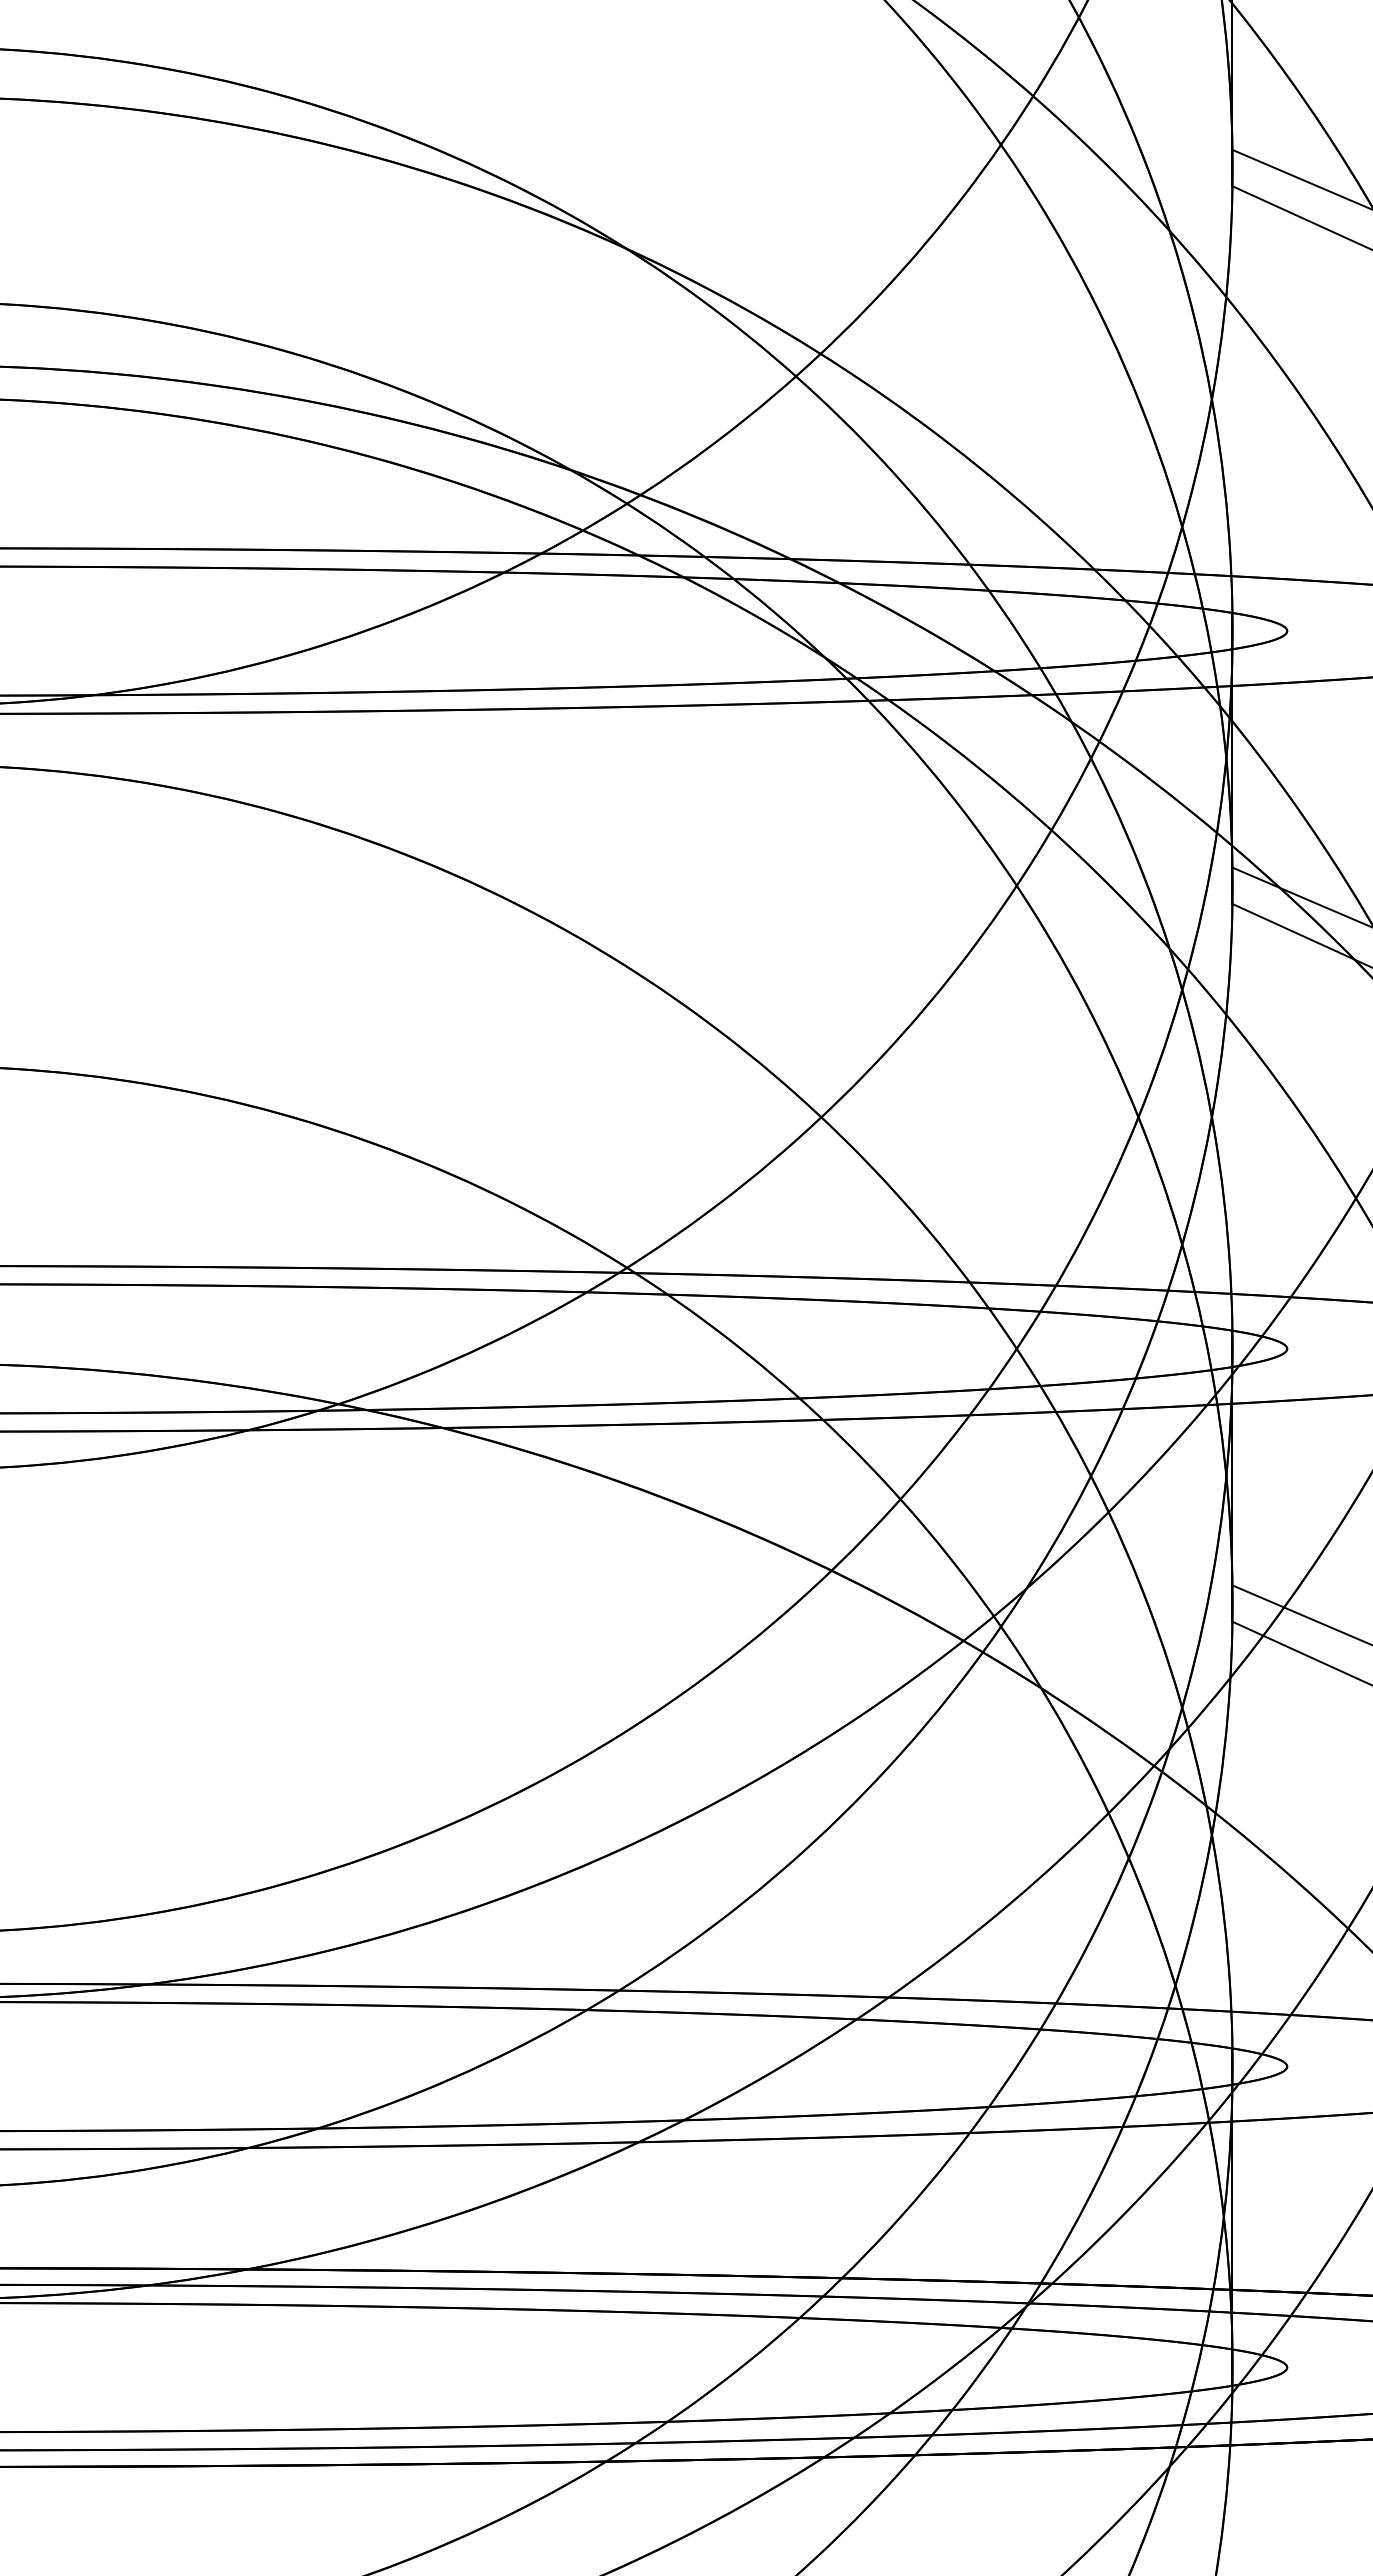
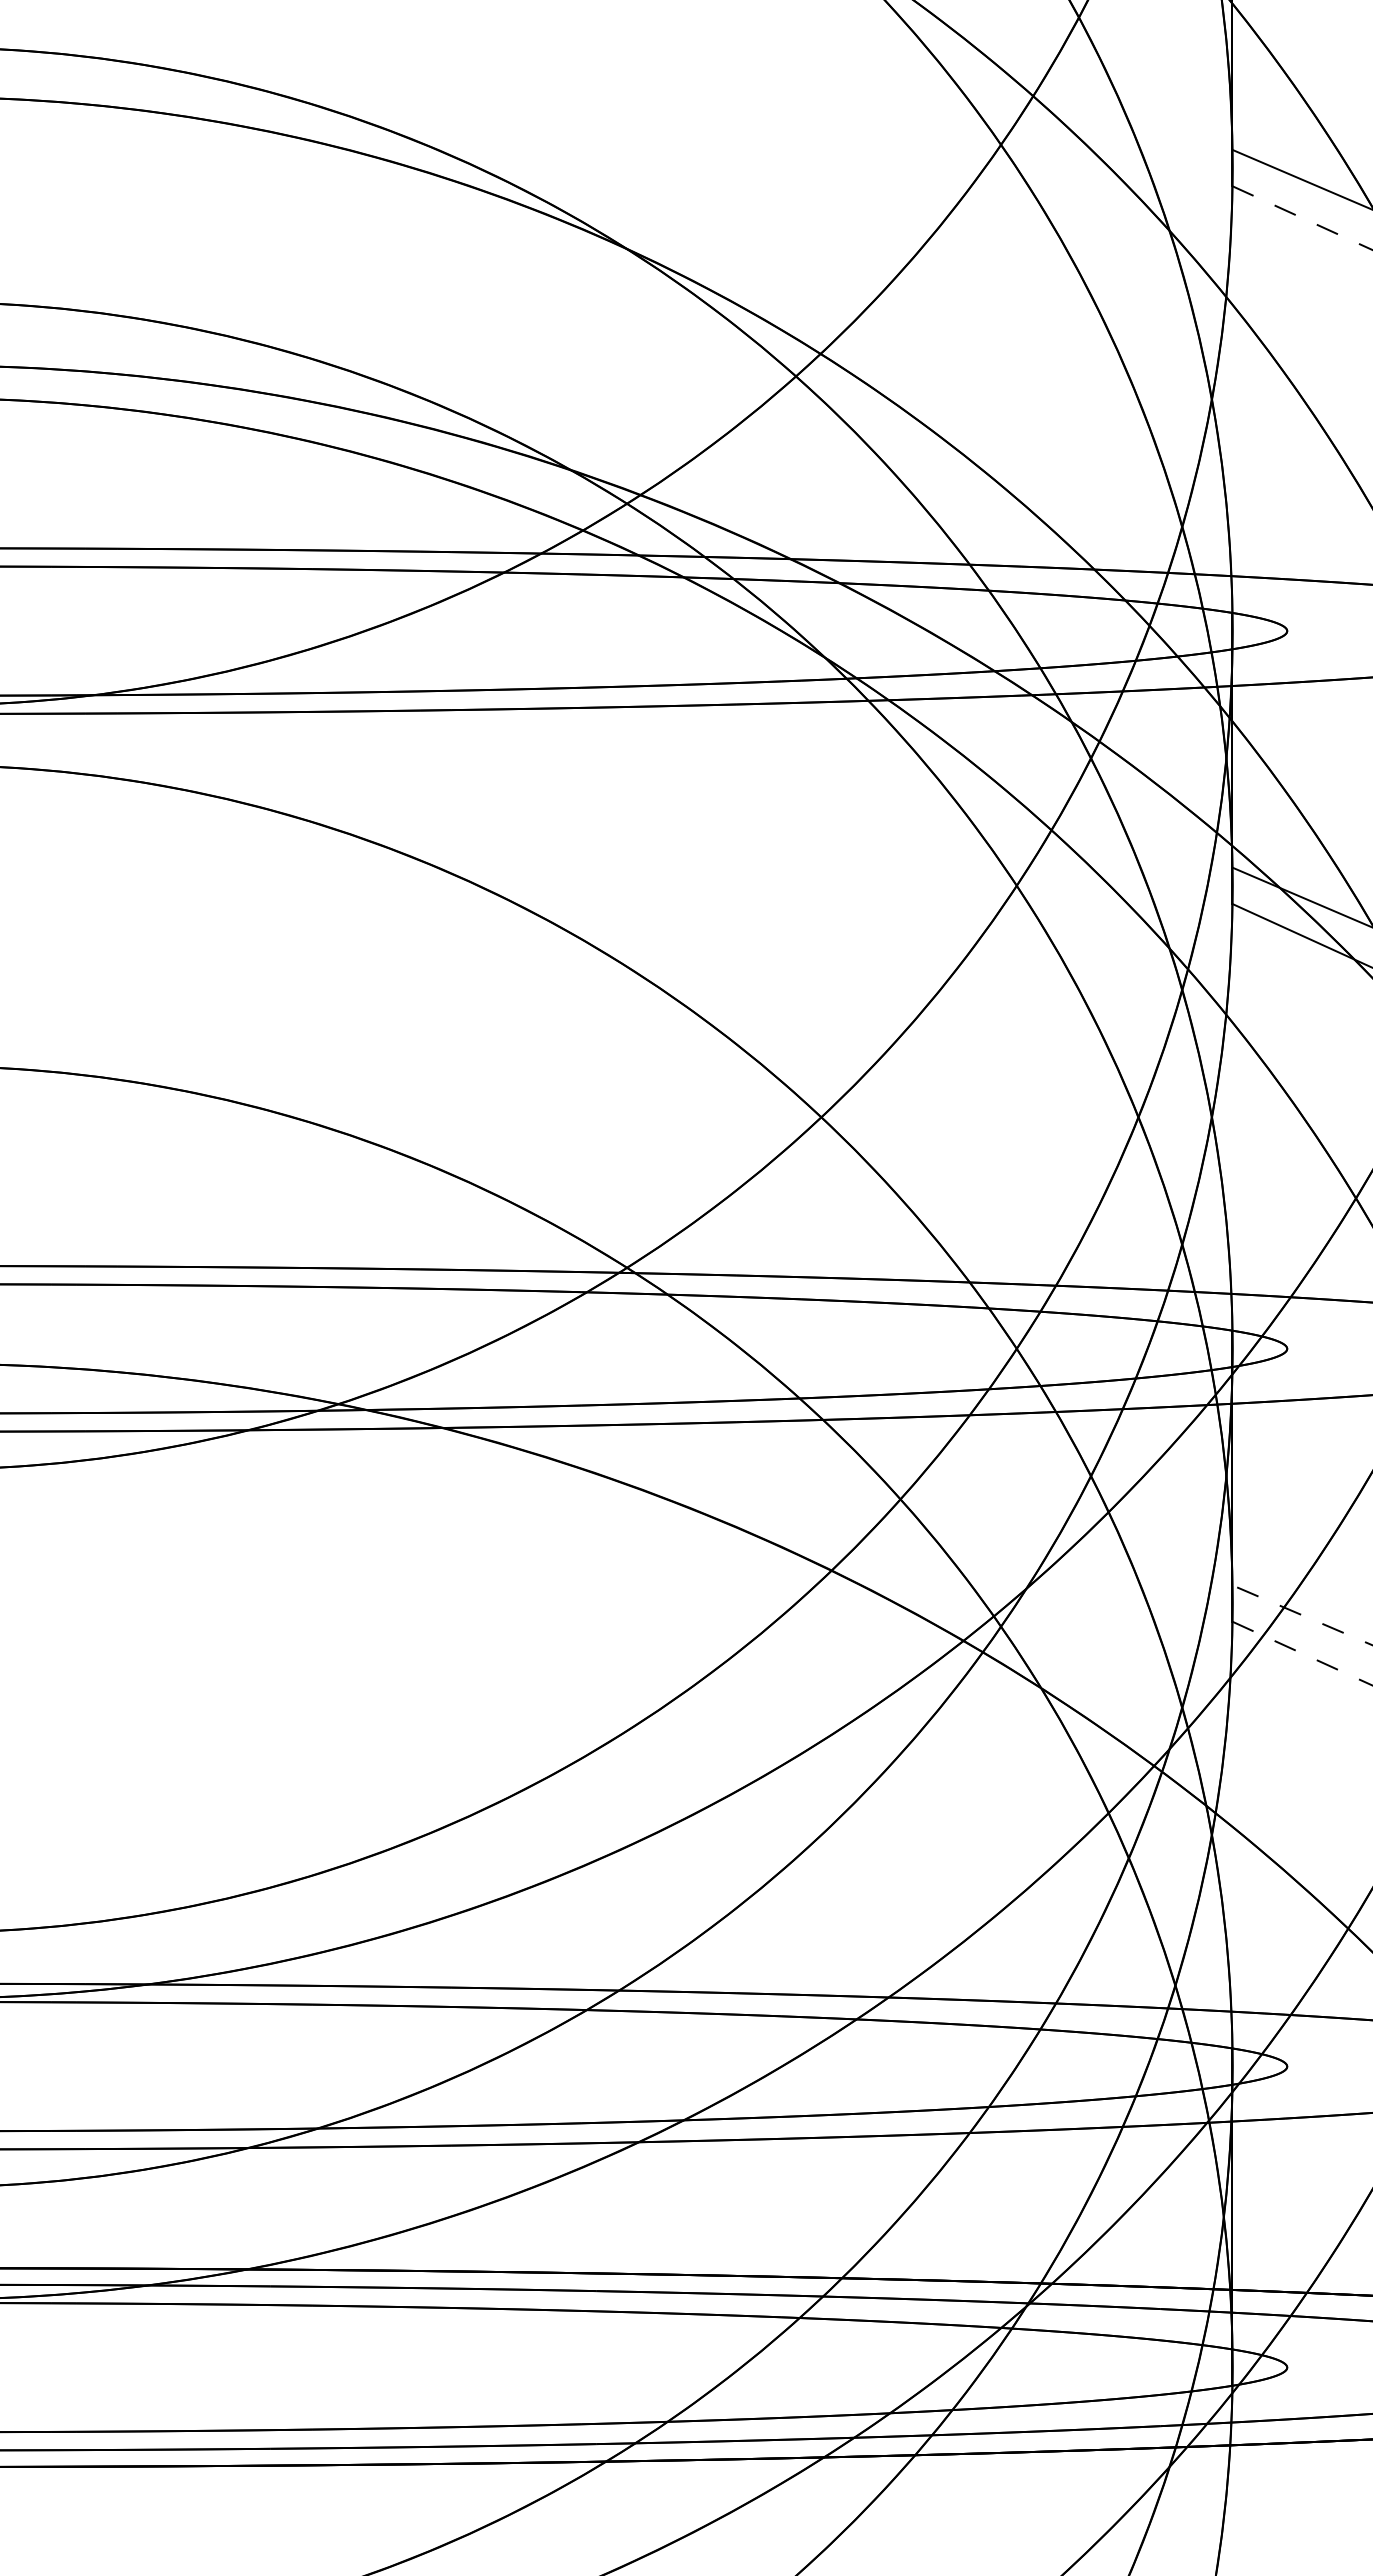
line at (1302, 218): solid -> dashed
line at (1302, 1615): solid -> dashed
line at (1302, 1653): solid -> dashed
